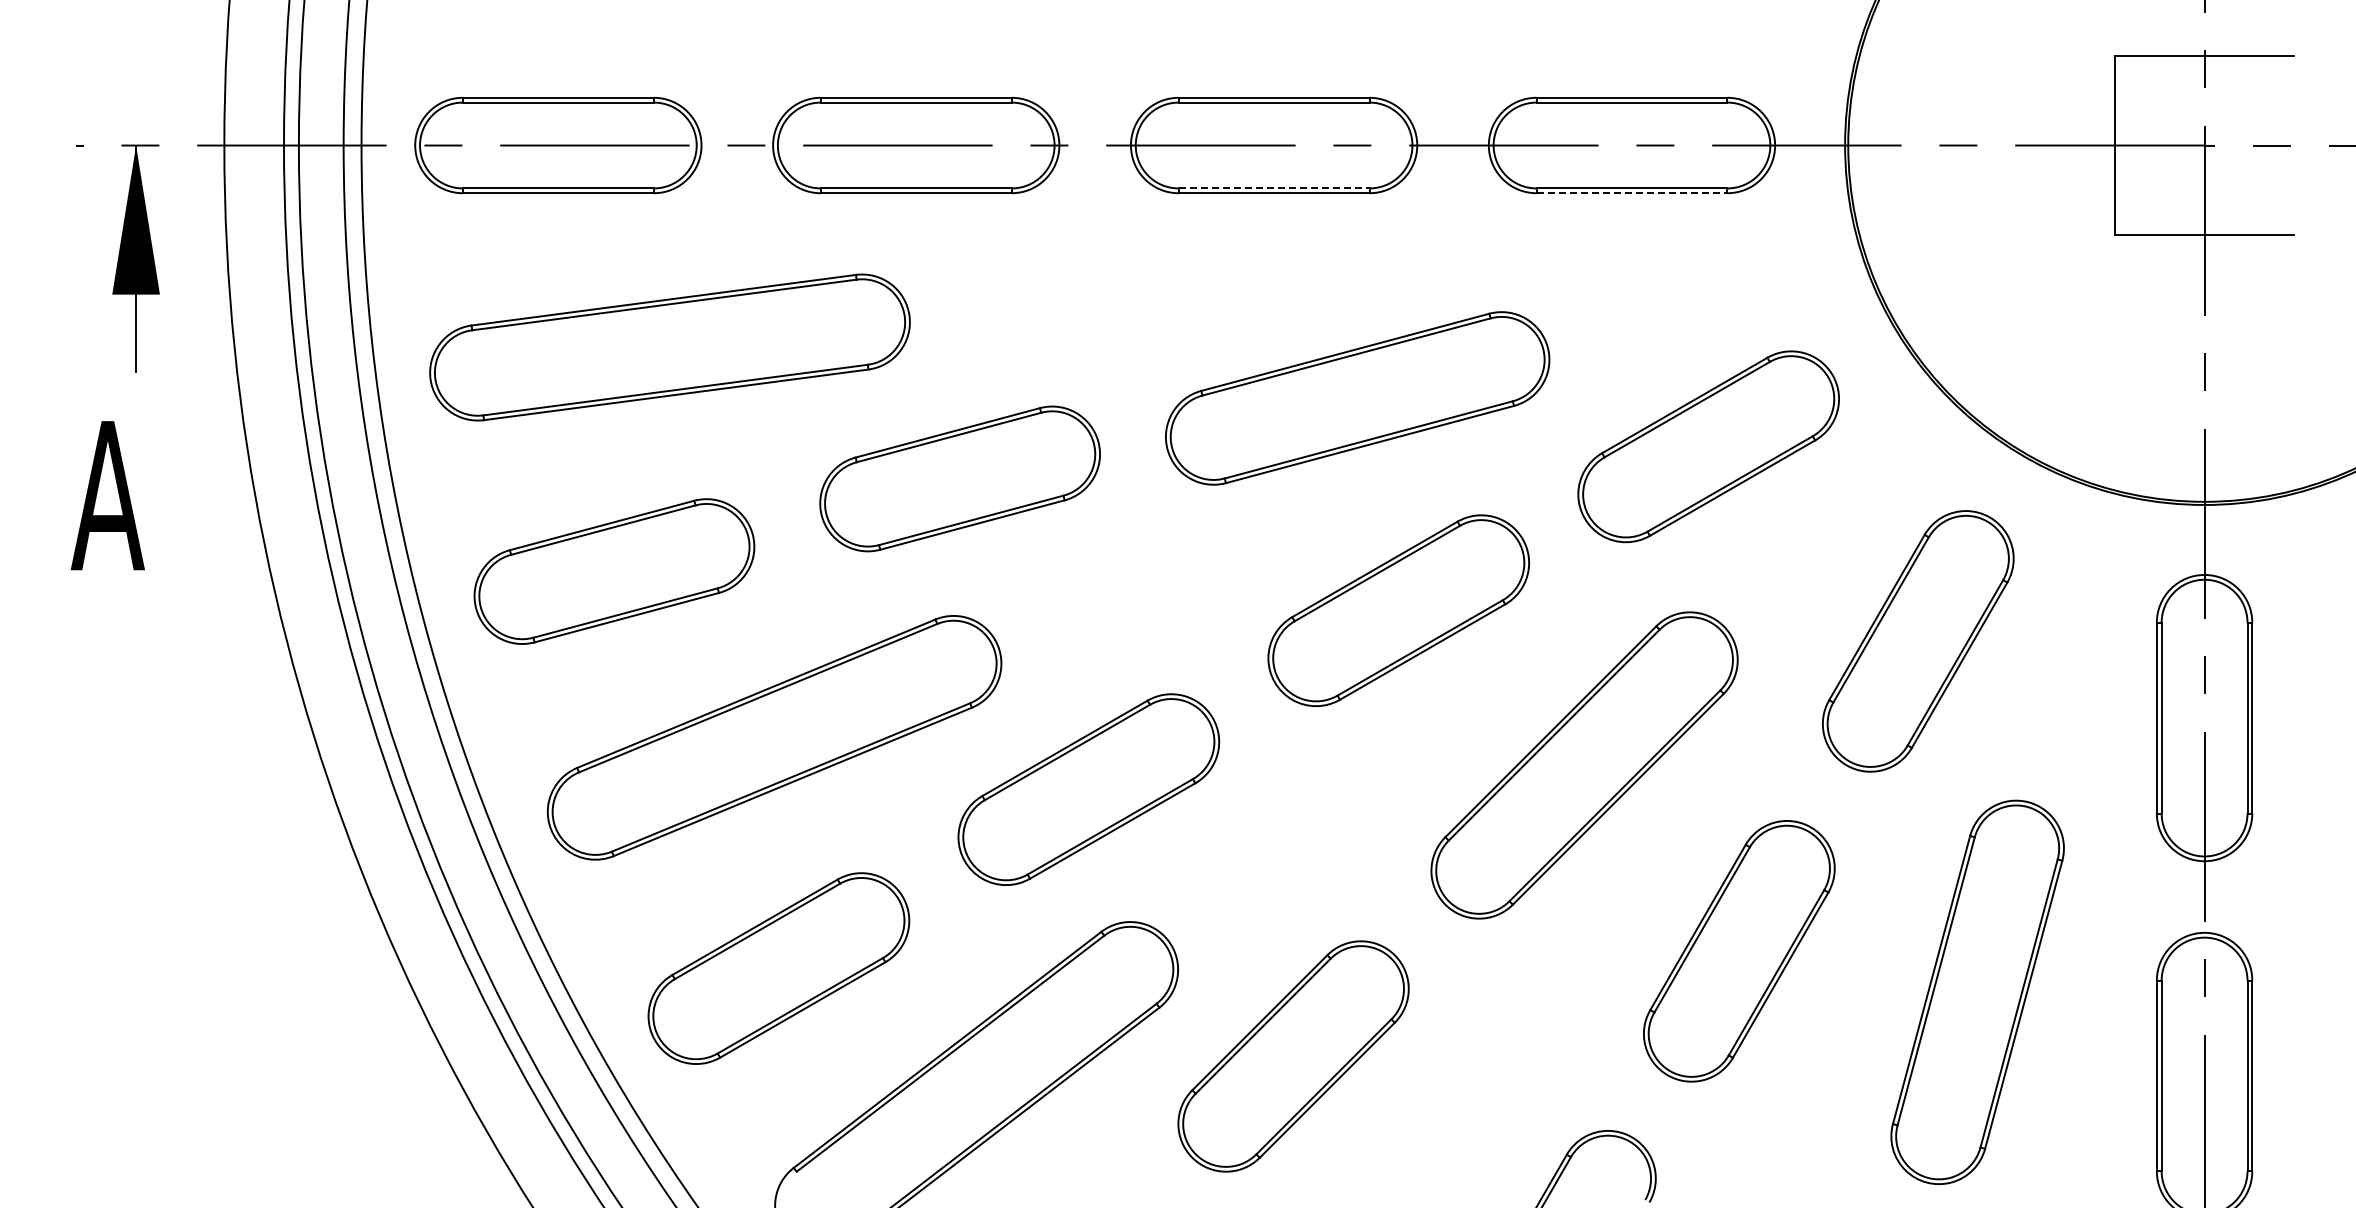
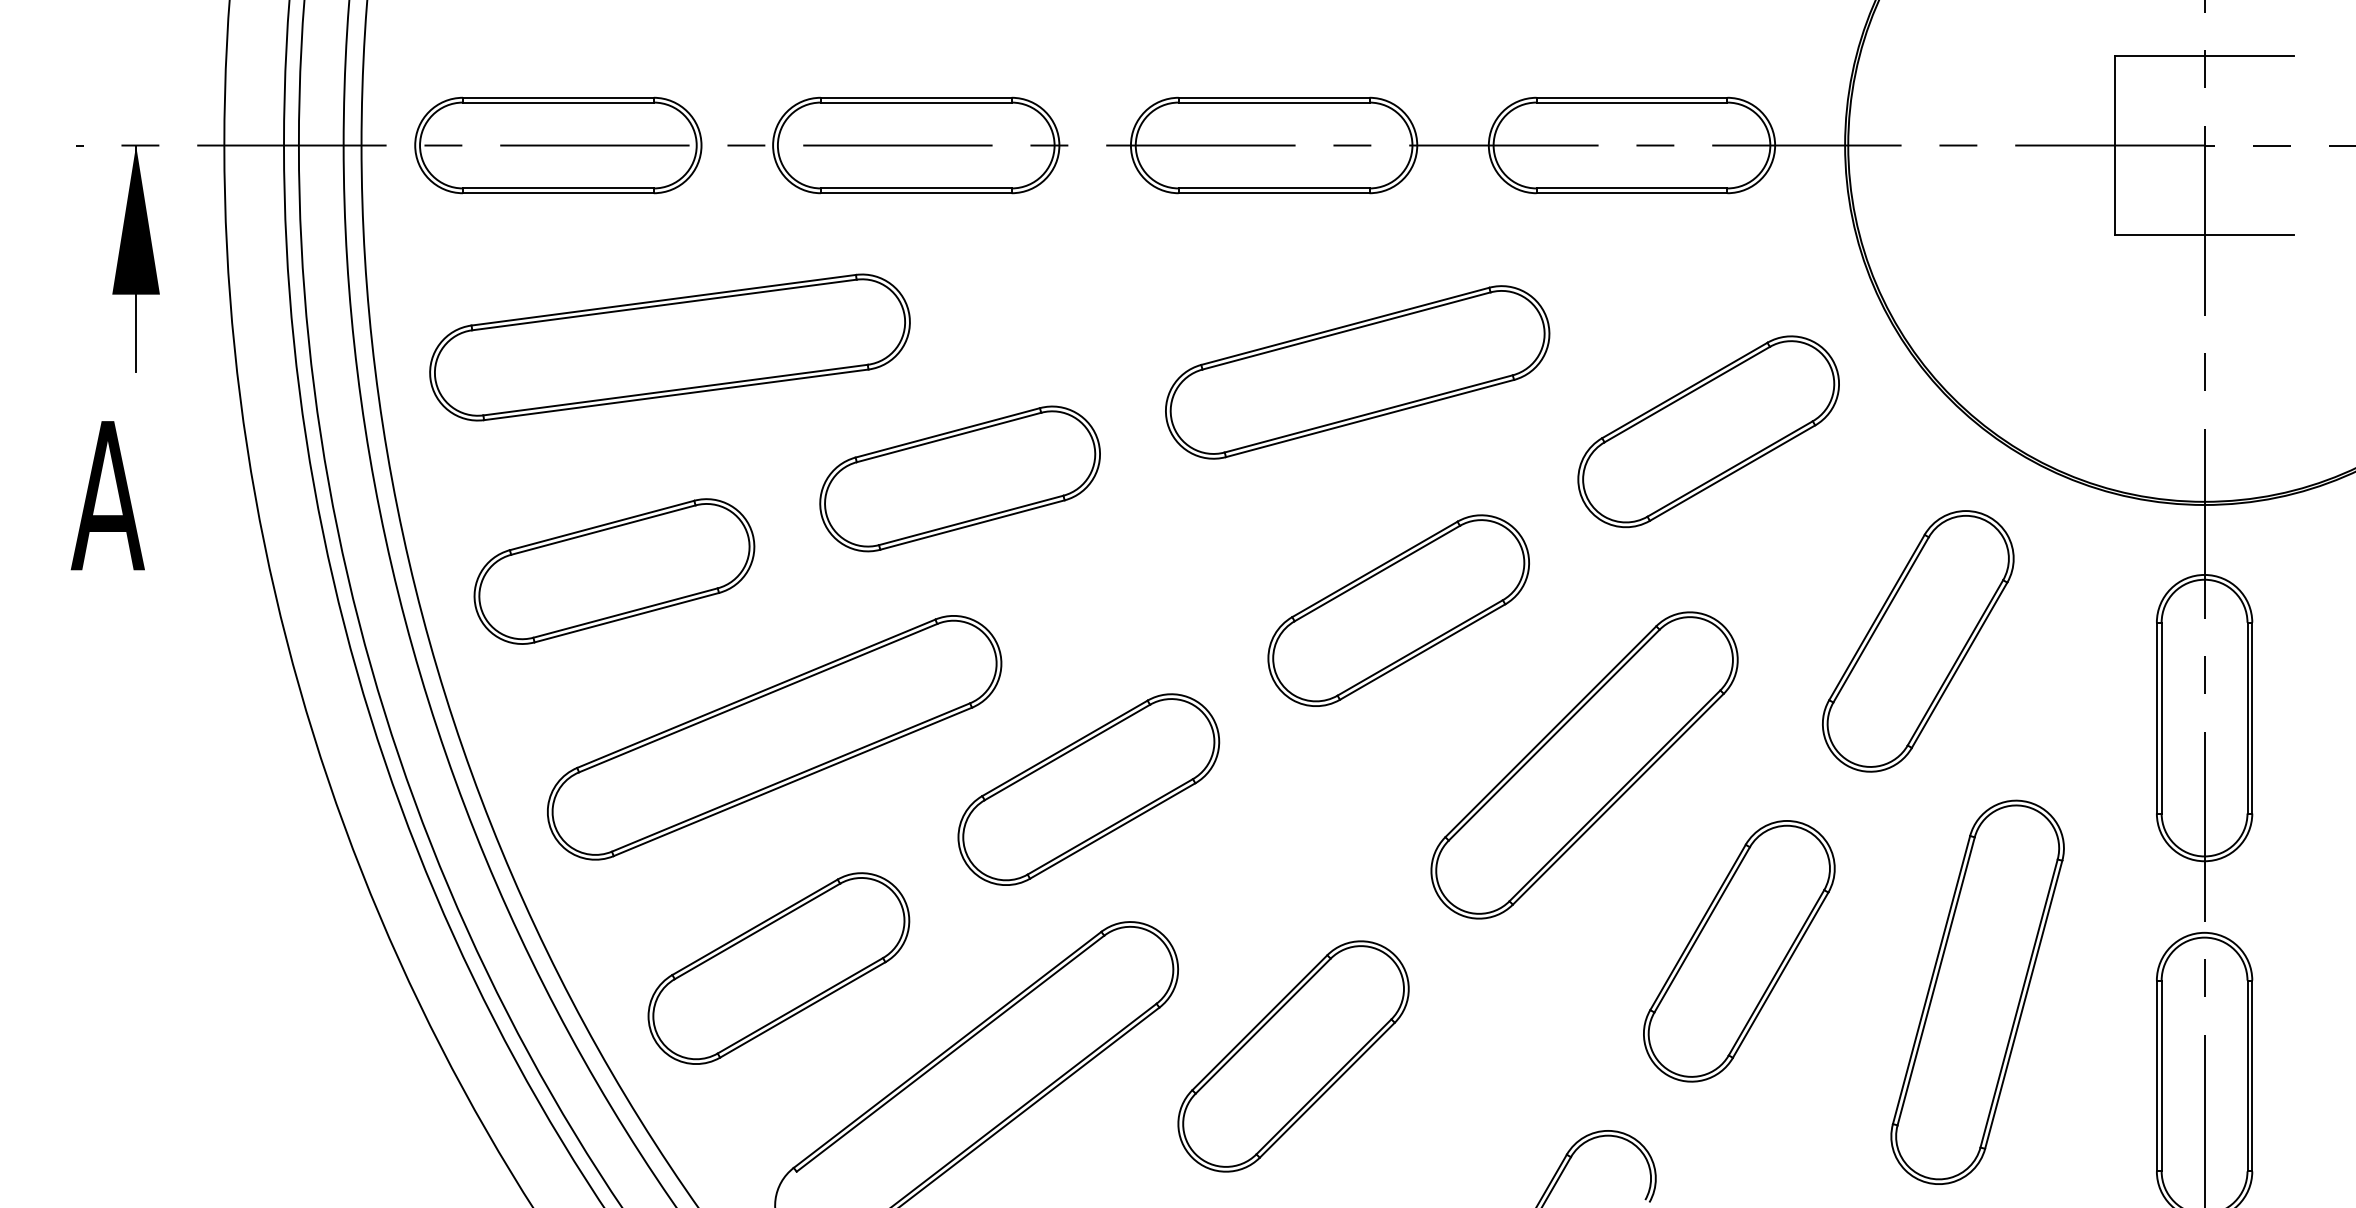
line at (1274, 188): dashed -> solid
line at (1632, 193): dashed -> solid
part at (1357, 398) position: (1357, 398) -> (1357, 372)
part at (1708, 446) position: (1708, 446) -> (1708, 431)
